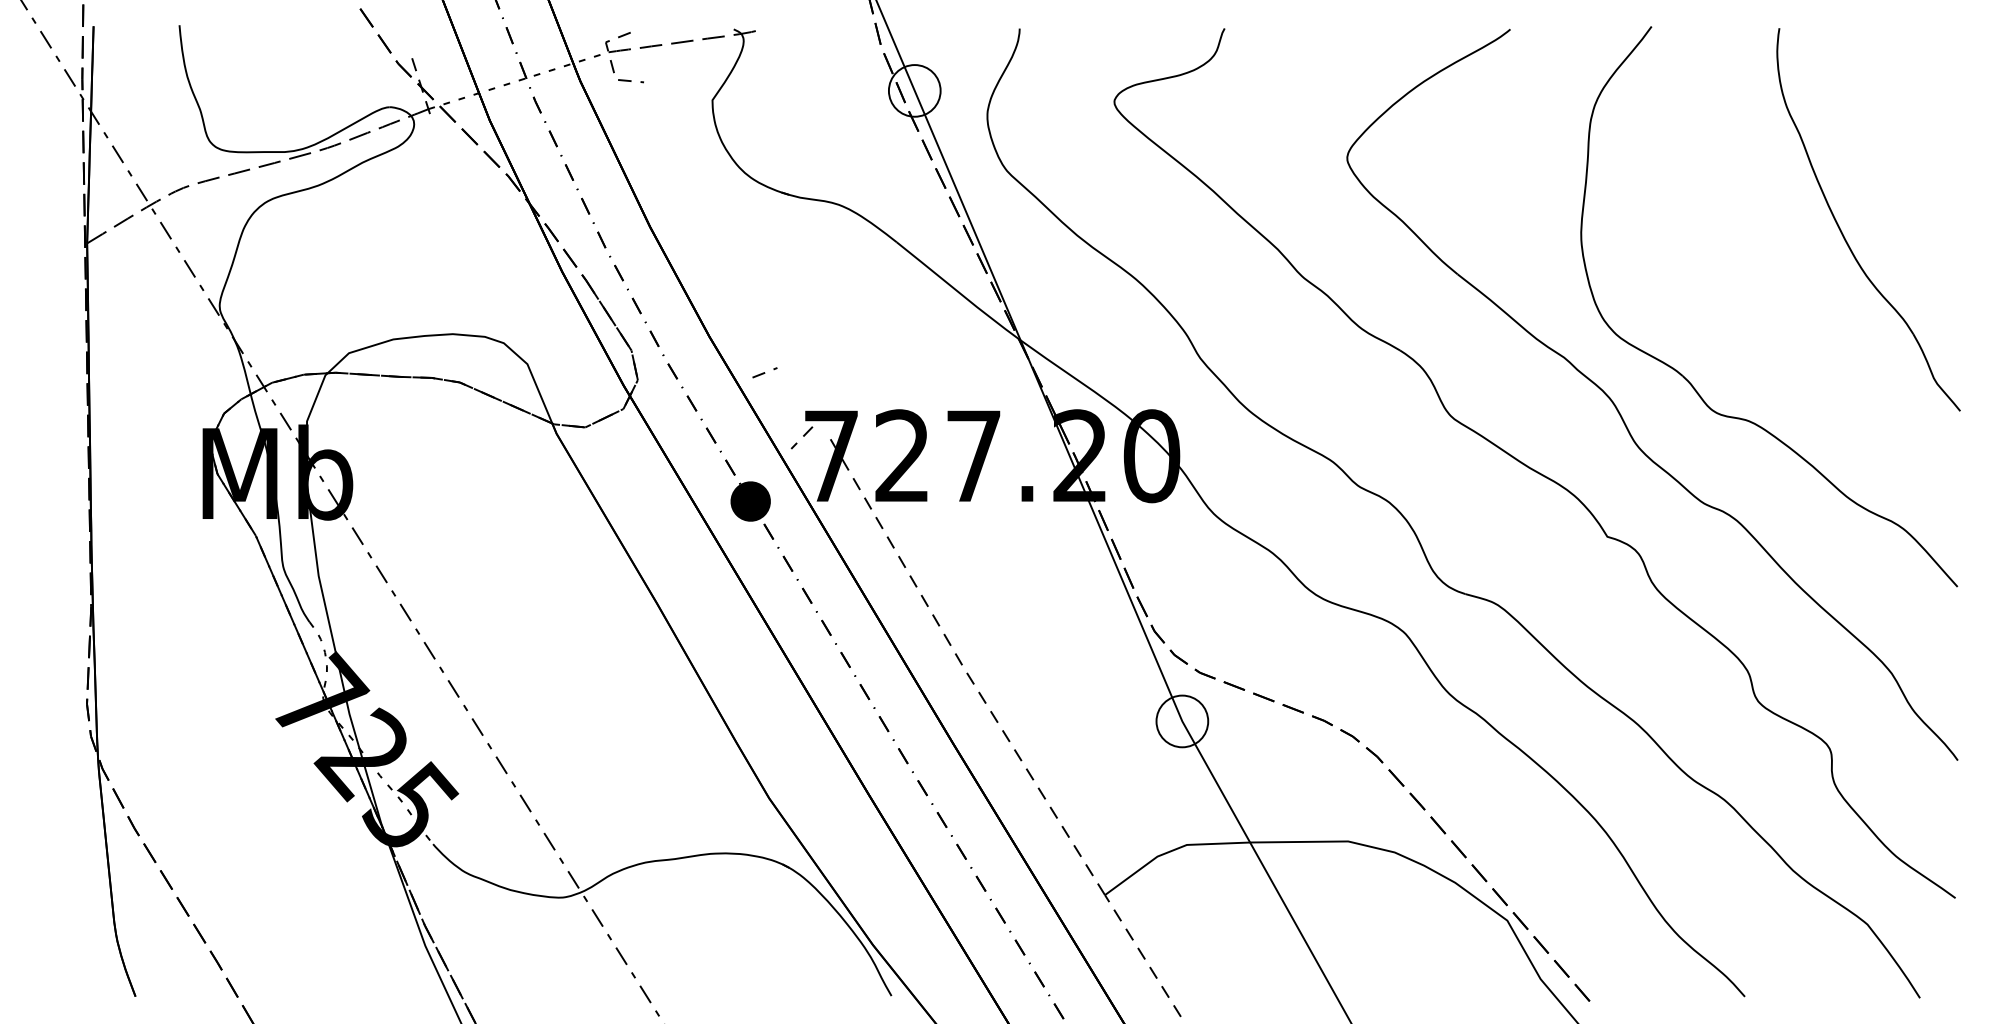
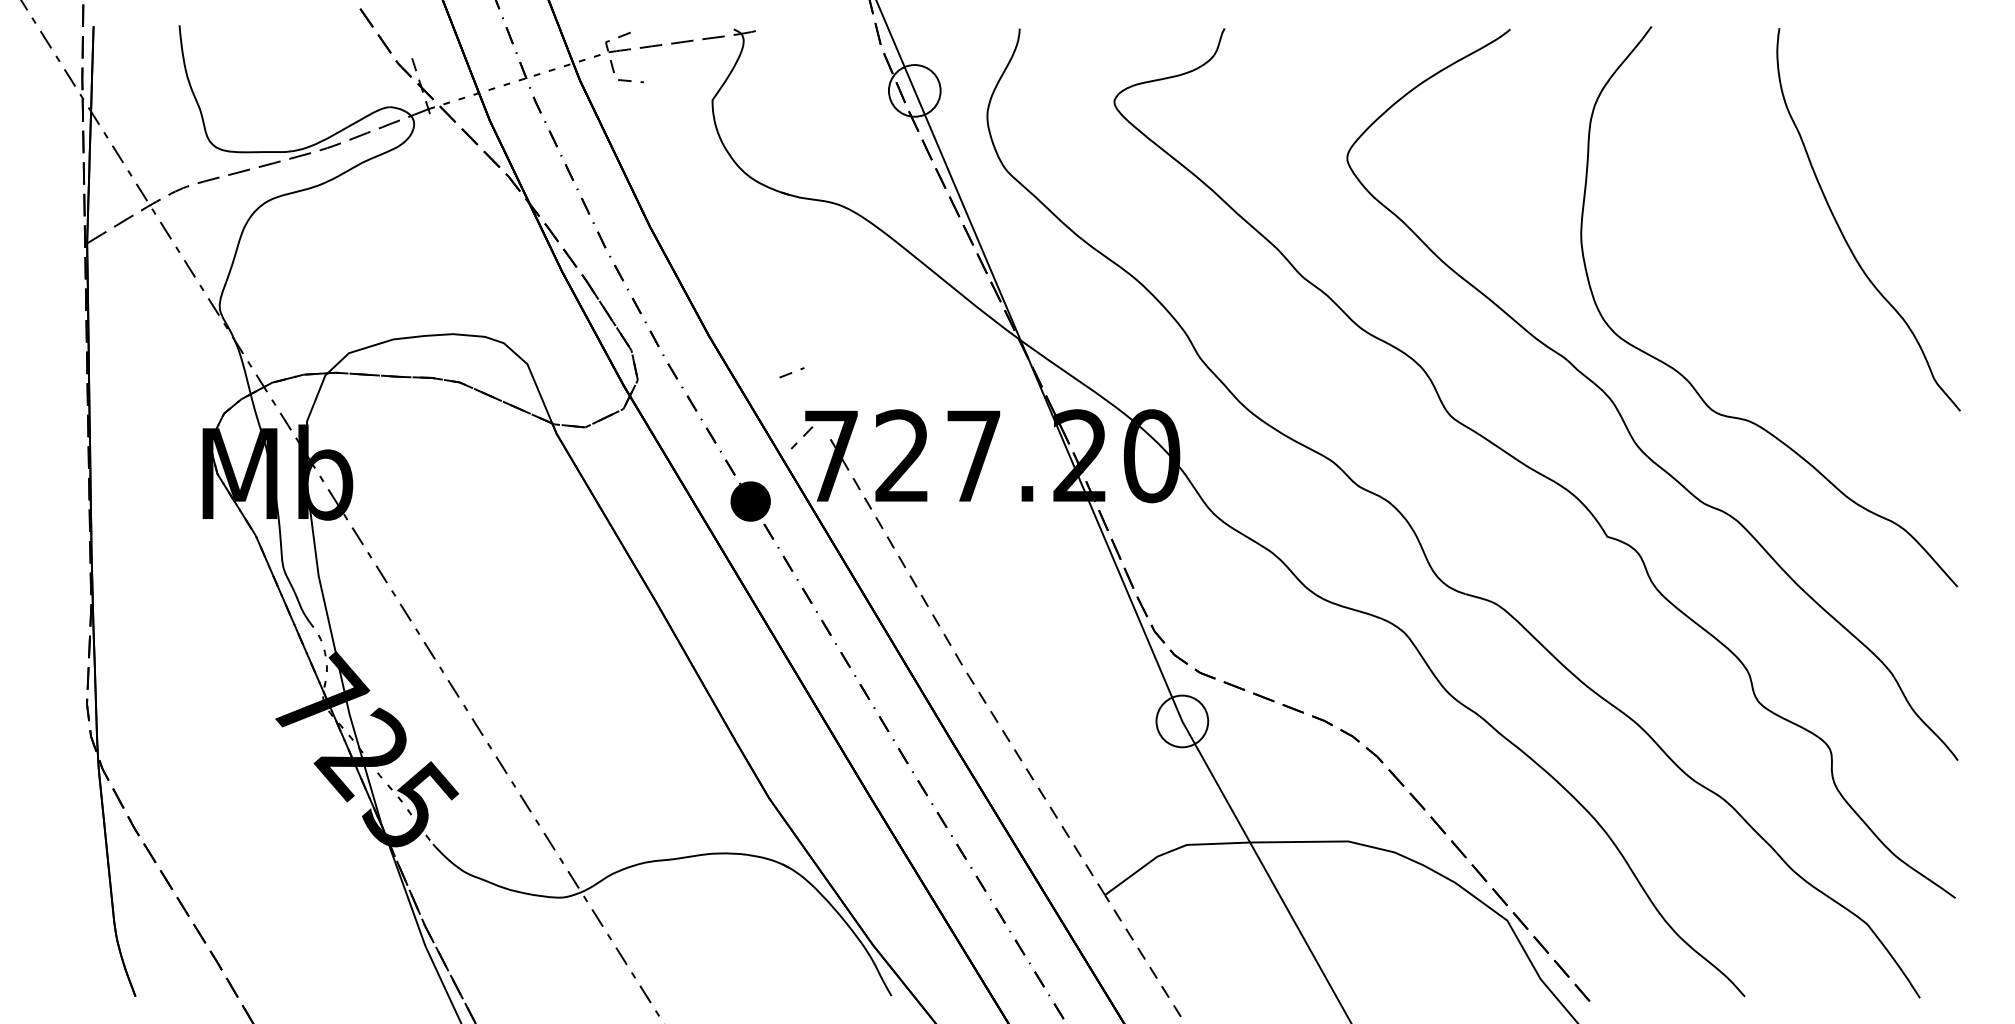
line at (764, 372) position: (764, 372) -> (791, 372)
